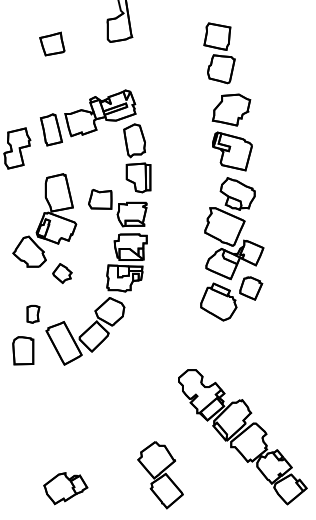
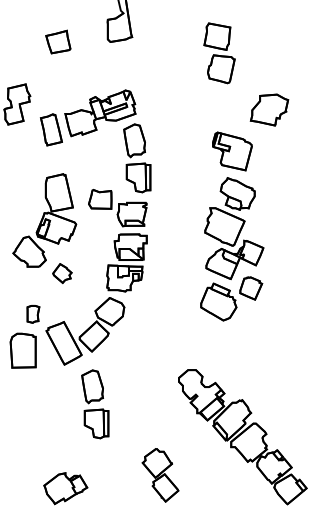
part at (52, 43) position: (52, 43) -> (58, 41)
part at (231, 109) position: (231, 109) -> (269, 109)
part at (17, 148) position: (17, 148) -> (17, 104)
part at (23, 350) size: 23x30 px -> 28x37 px
part at (95, 404): none -> present
part at (160, 475) size: 47x69 px -> 39x55 px
